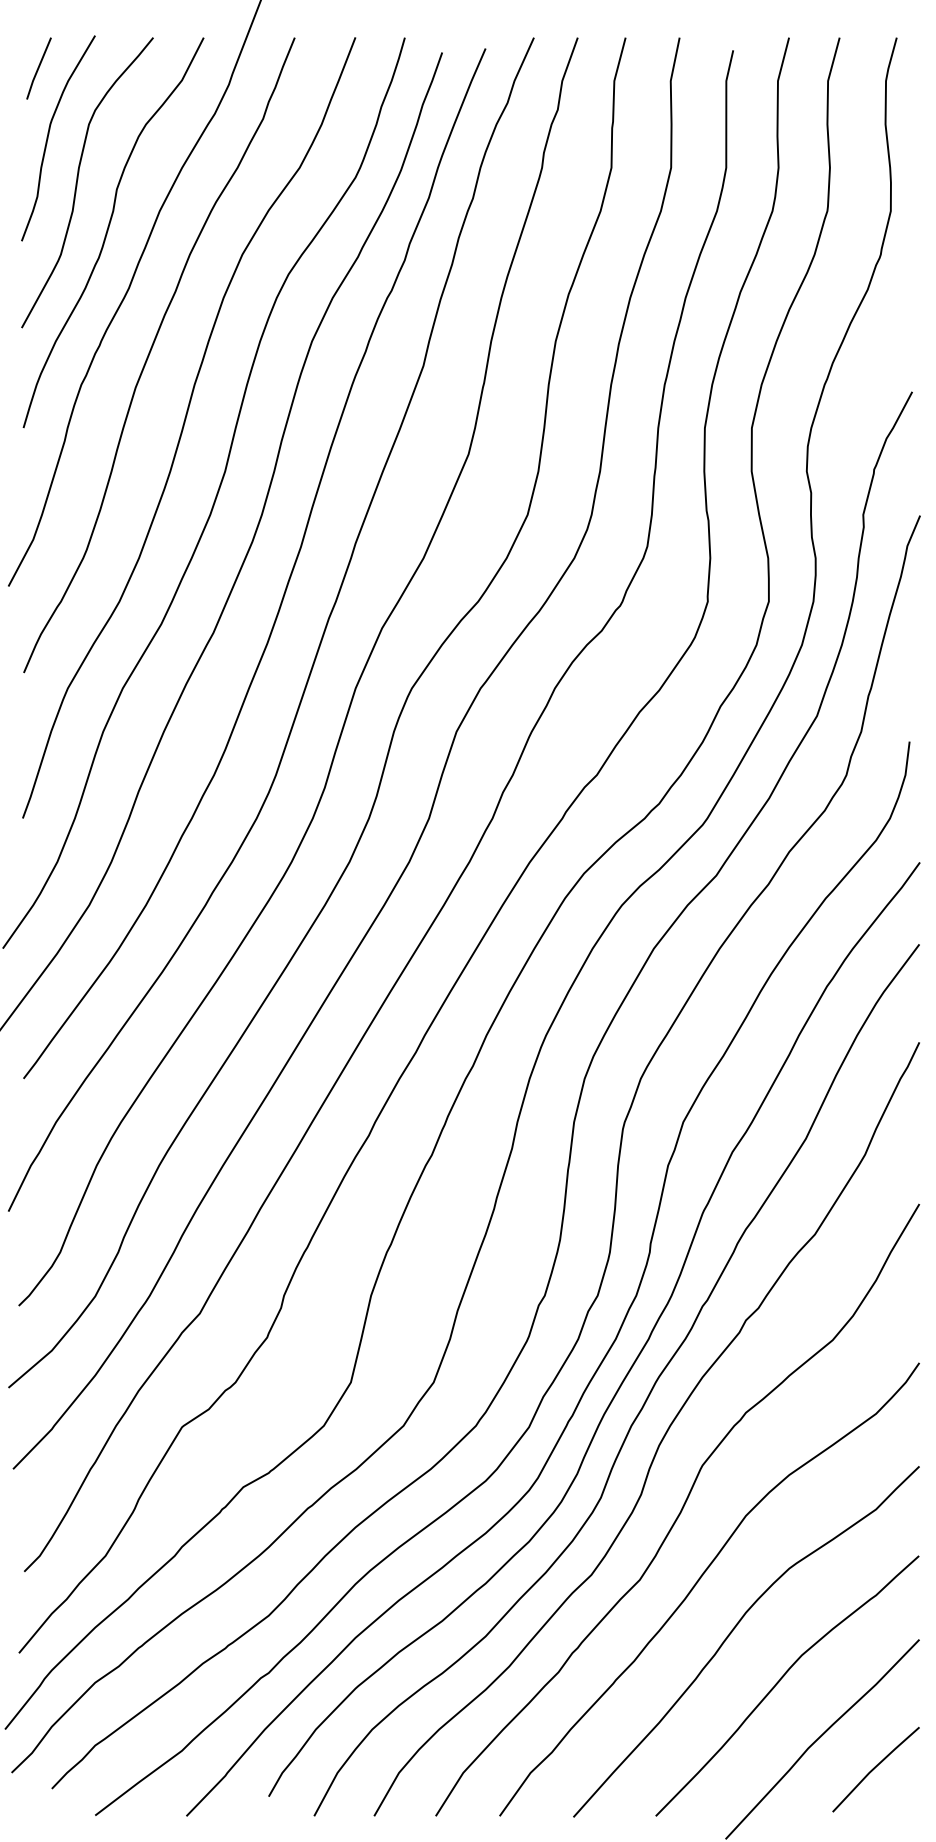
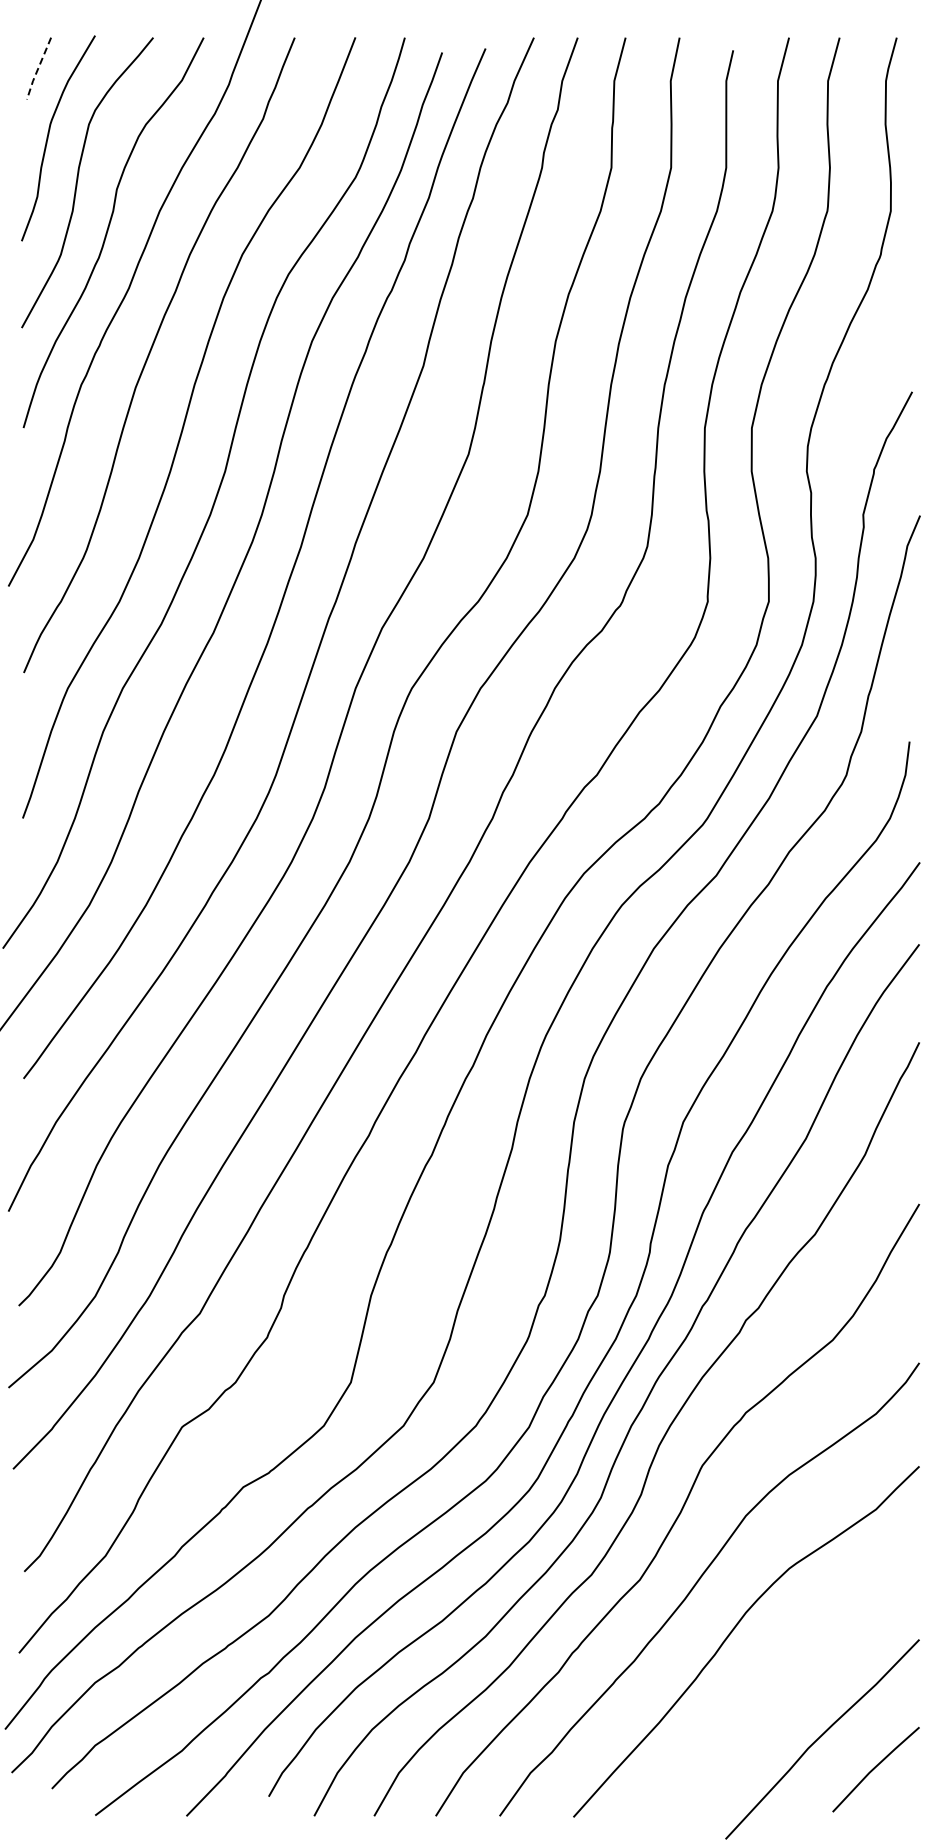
line at (37, 69): solid -> dashed
curve at (781, 1679): present -> none
